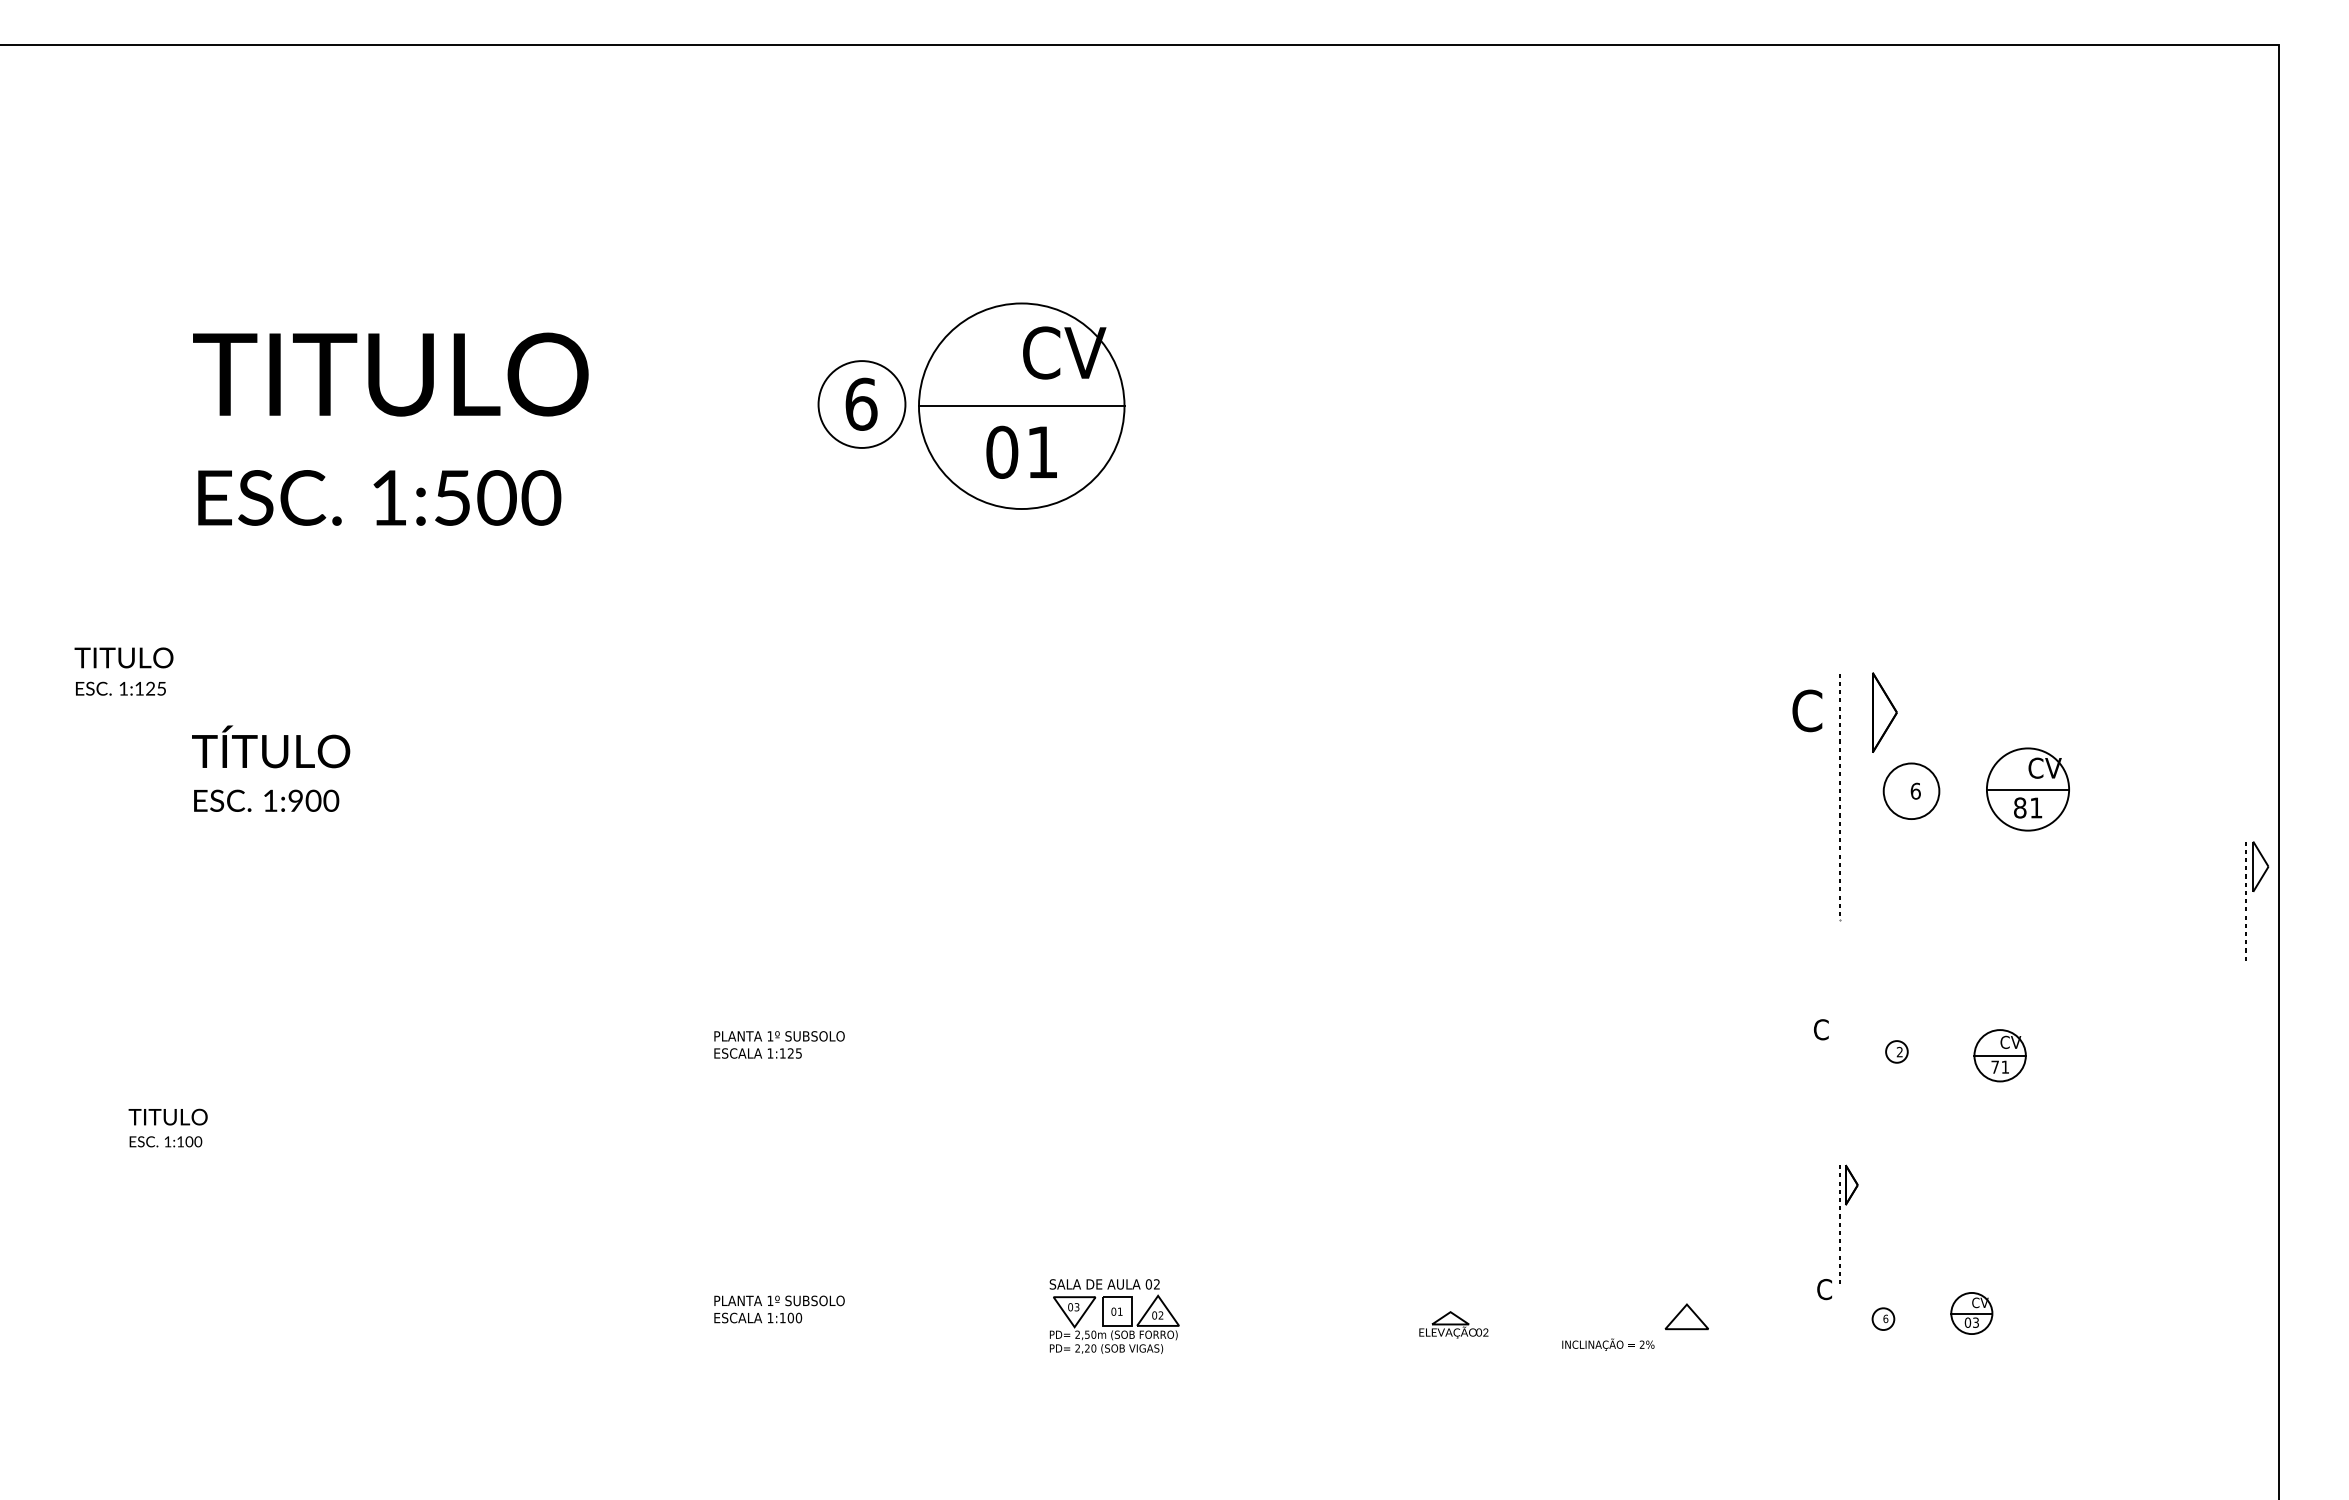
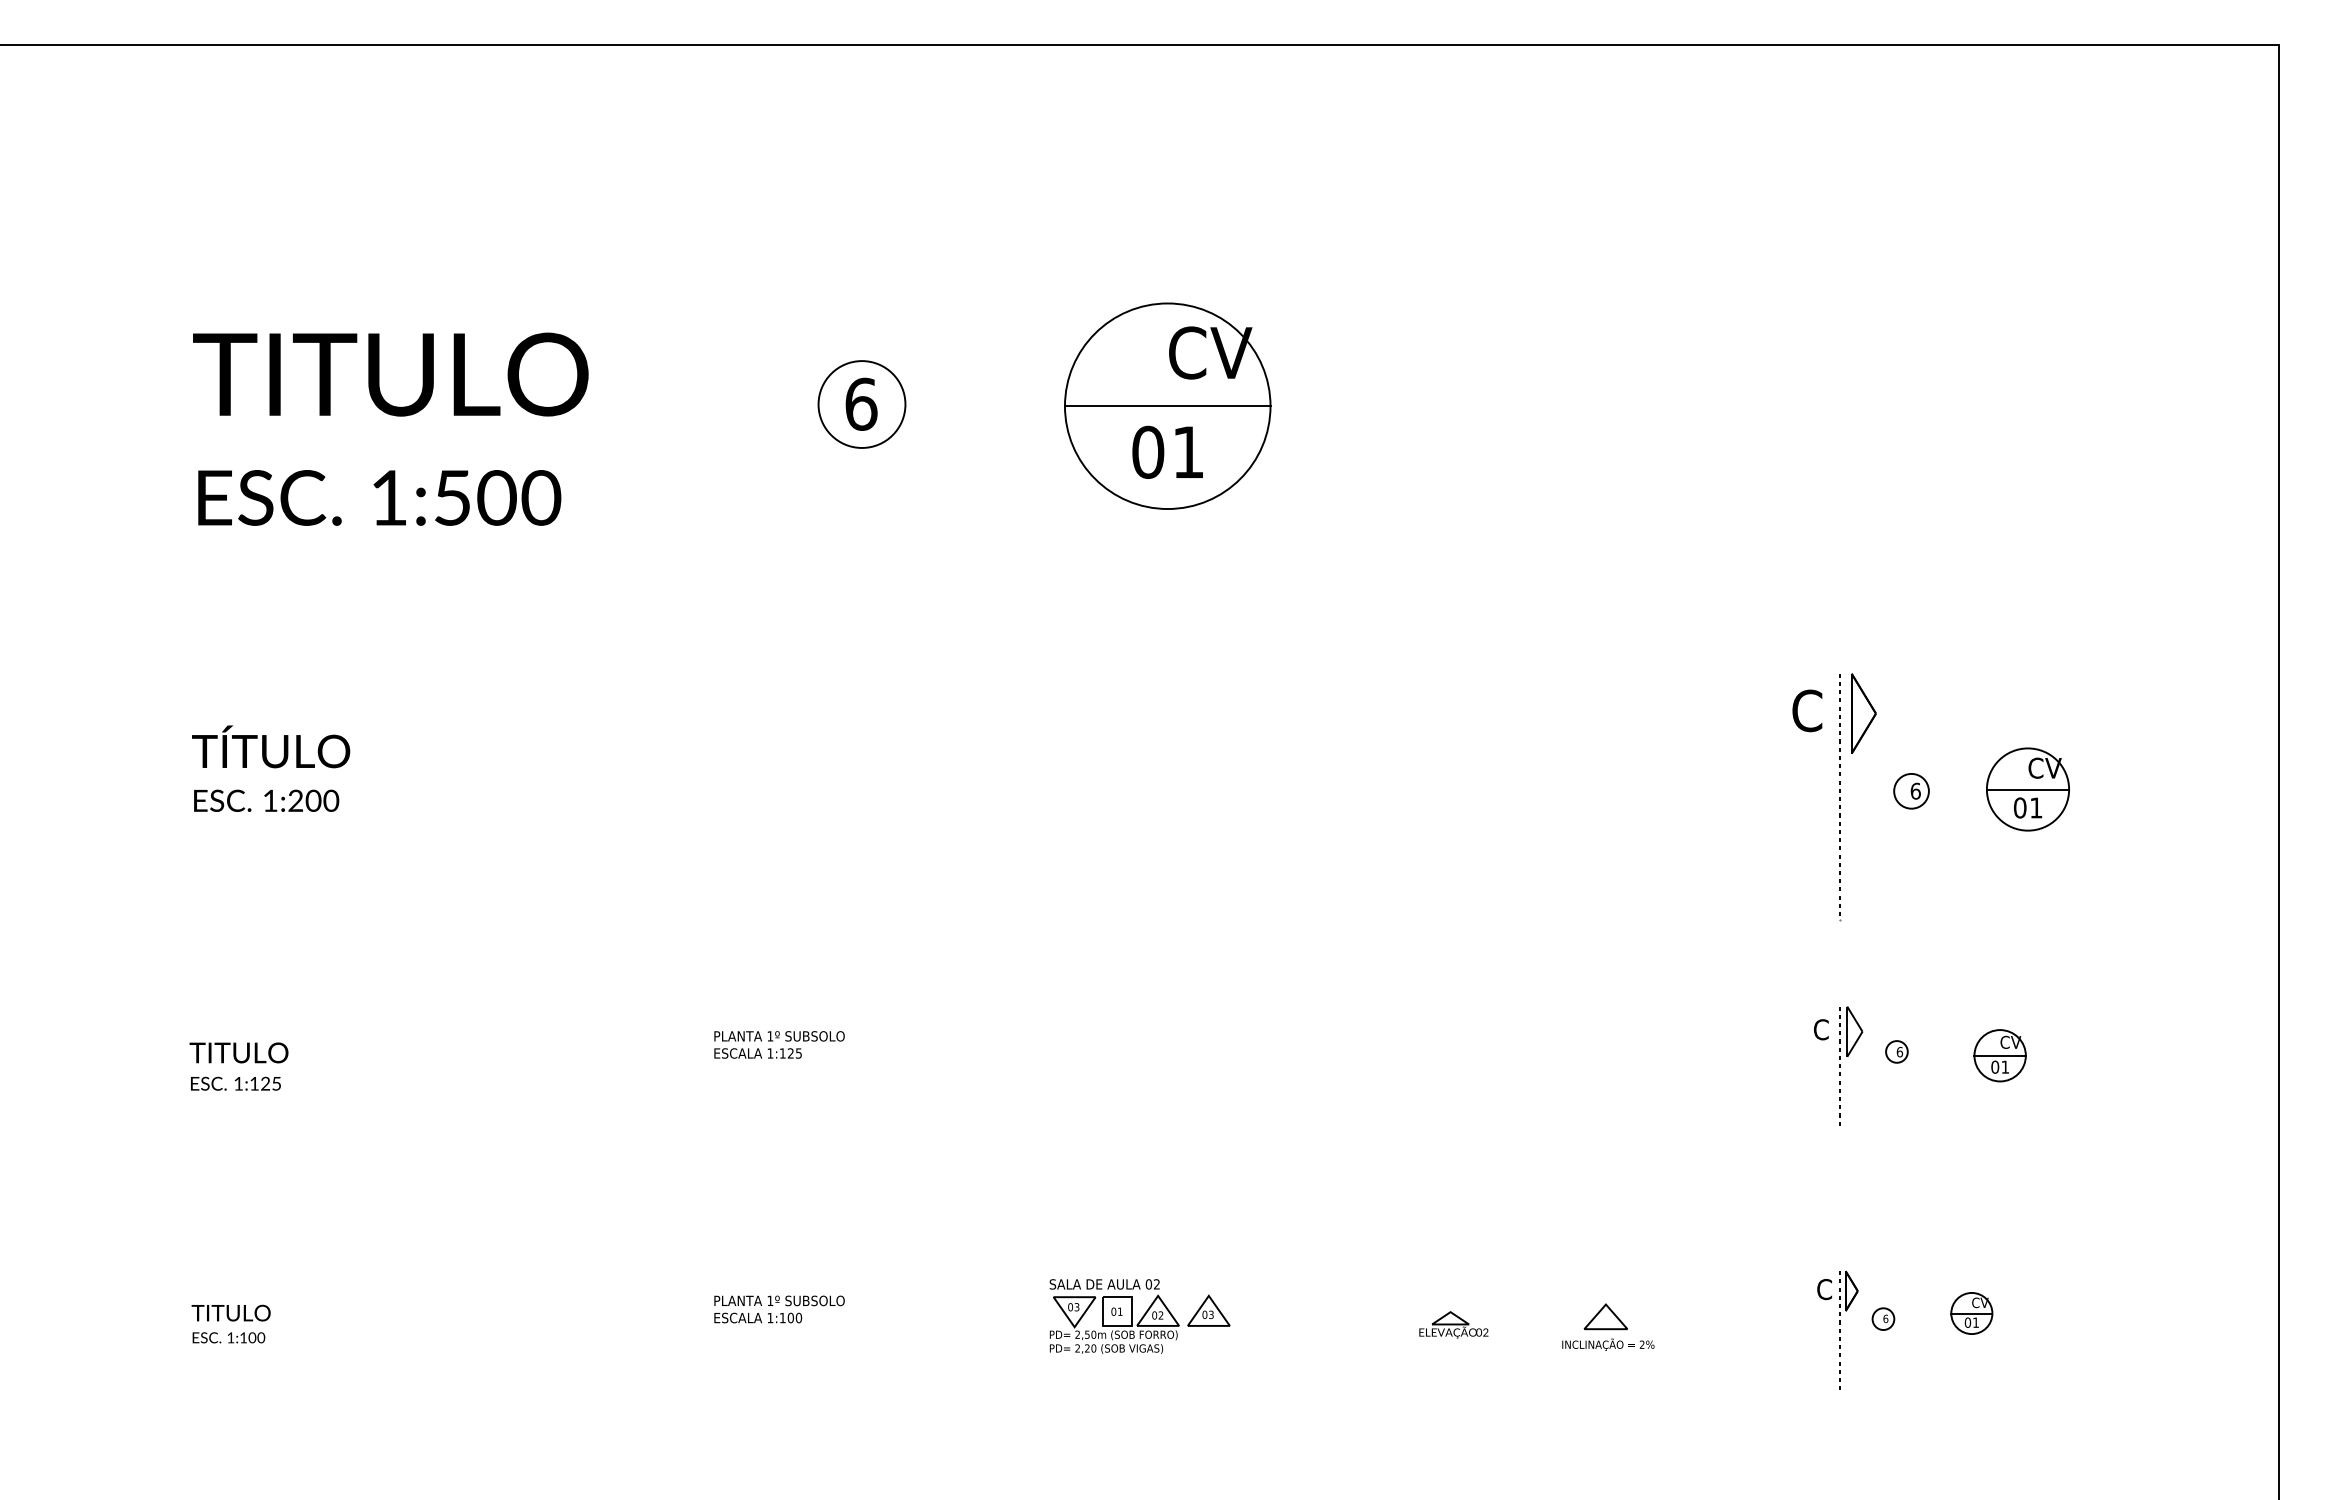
part at (1021, 405) position: (1021, 405) -> (1167, 405)
text at (123, 671) position: (123, 671) -> (238, 1066)
part at (1884, 712) position: (1884, 712) -> (1863, 713)
circle at (1911, 791) diameter: 56 px -> 35 px
text at (295, 800): 1:900 -> 1:200
text at (2019, 807): 81 -> 01
part at (2254, 891) position: (2254, 891) -> (1848, 1056)
text at (1899, 1051): 2 -> 6
text at (1995, 1066): 71 -> 01
text at (167, 1127) position: (167, 1127) -> (230, 1323)
part at (1840, 1223) position: (1840, 1223) -> (1840, 1329)
part at (1208, 1310): none -> present
part at (1686, 1316) position: (1686, 1316) -> (1605, 1316)
text at (1975, 1322): 03 -> 01
